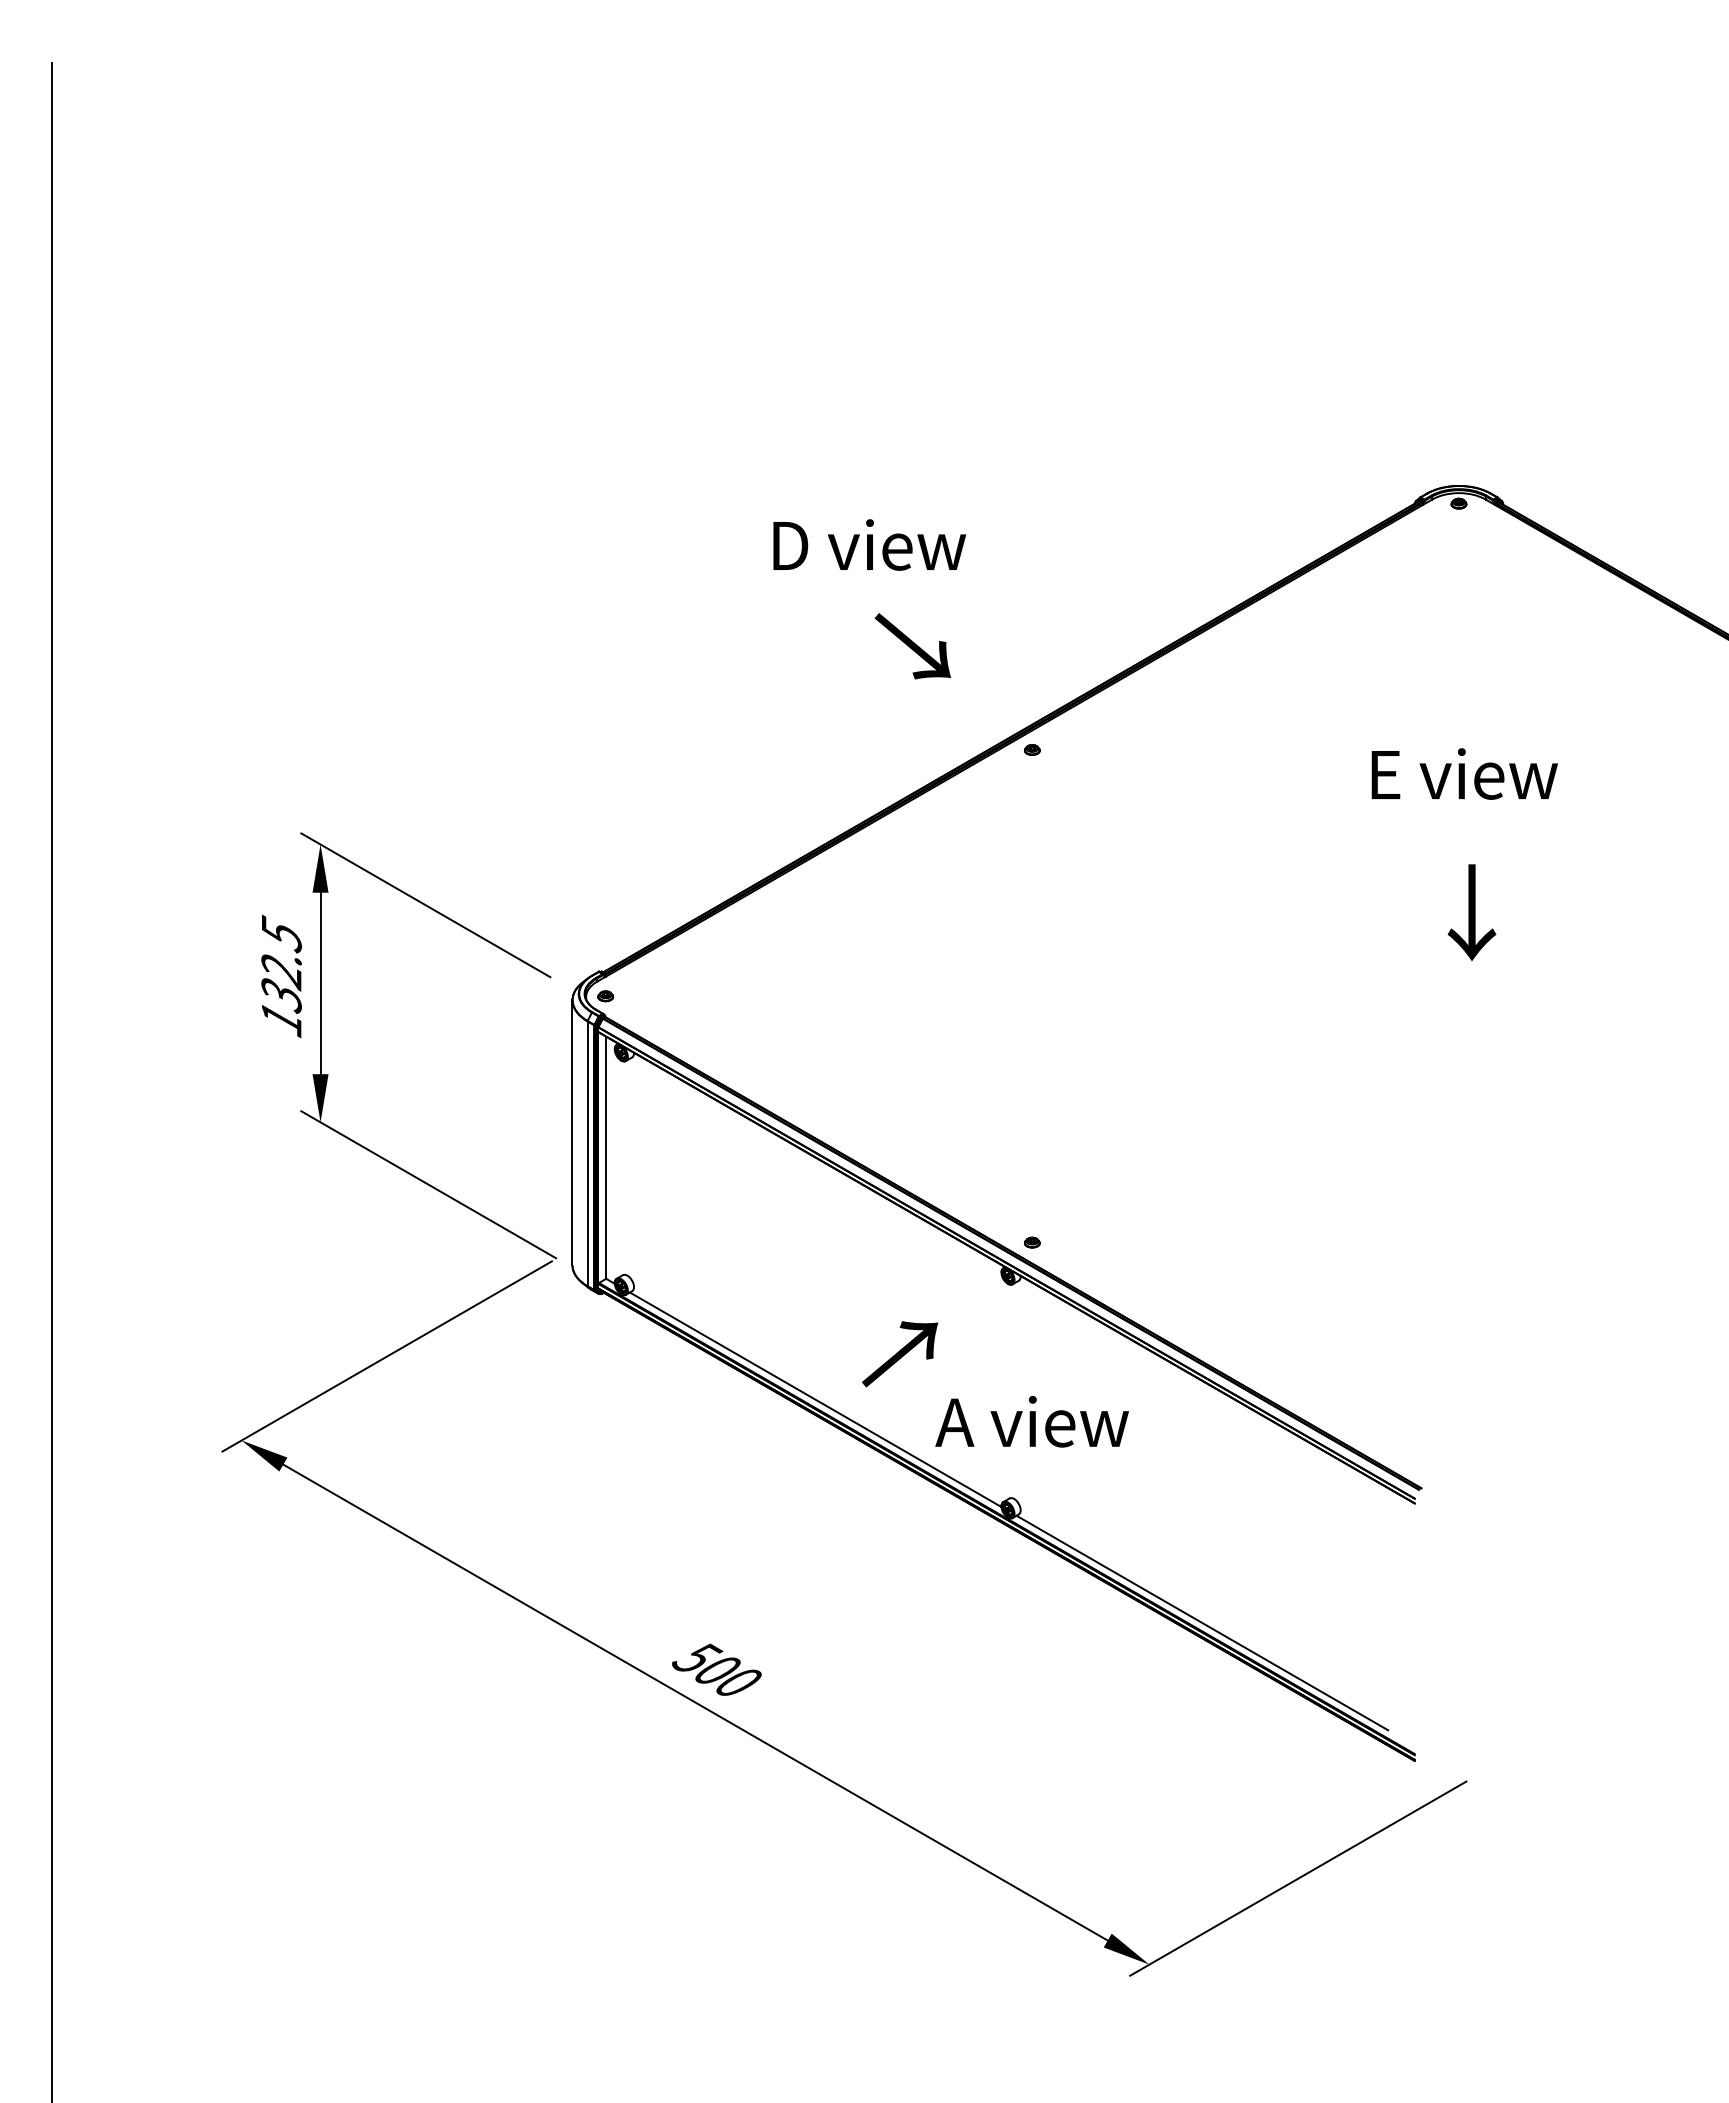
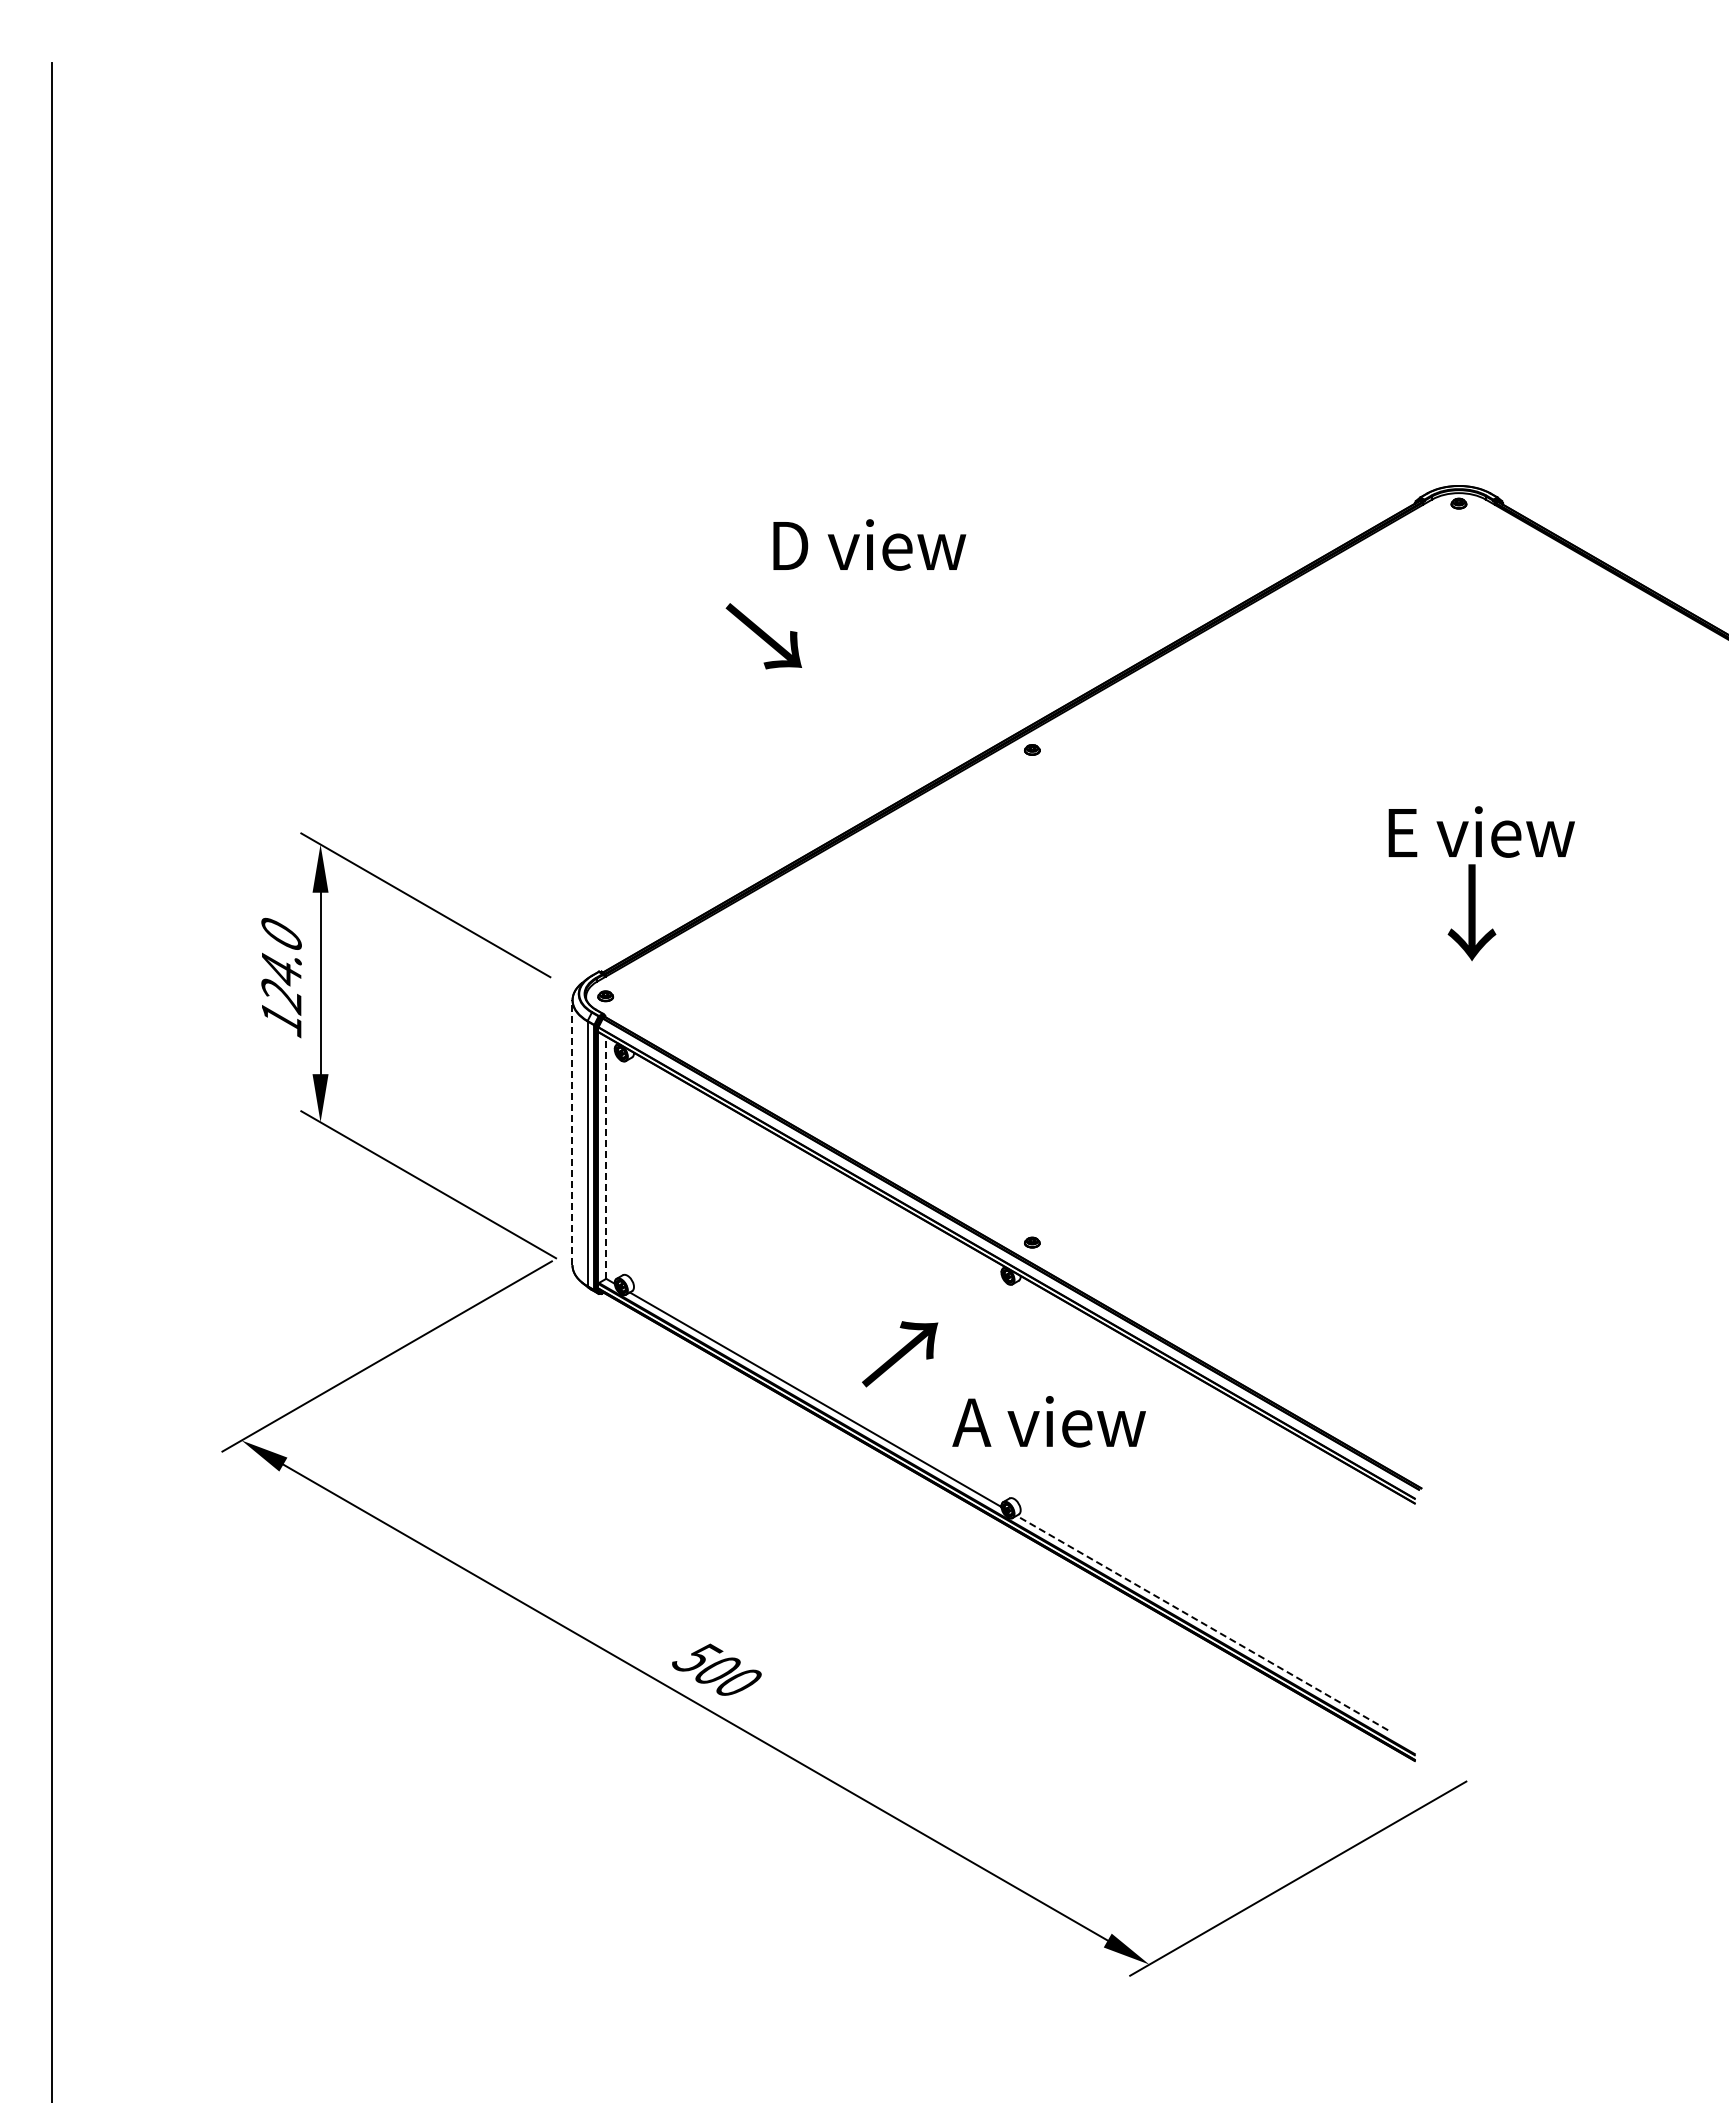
text at (912, 646) position: (912, 646) -> (763, 636)
text at (1464, 773) position: (1464, 773) -> (1481, 831)
text at (281, 964): 132.5 -> 124.0
line at (572, 1132): solid -> dashed
line at (606, 1157): solid -> dashed
text at (1031, 1421) position: (1031, 1421) -> (1048, 1421)
line at (1202, 1623): solid -> dashed
